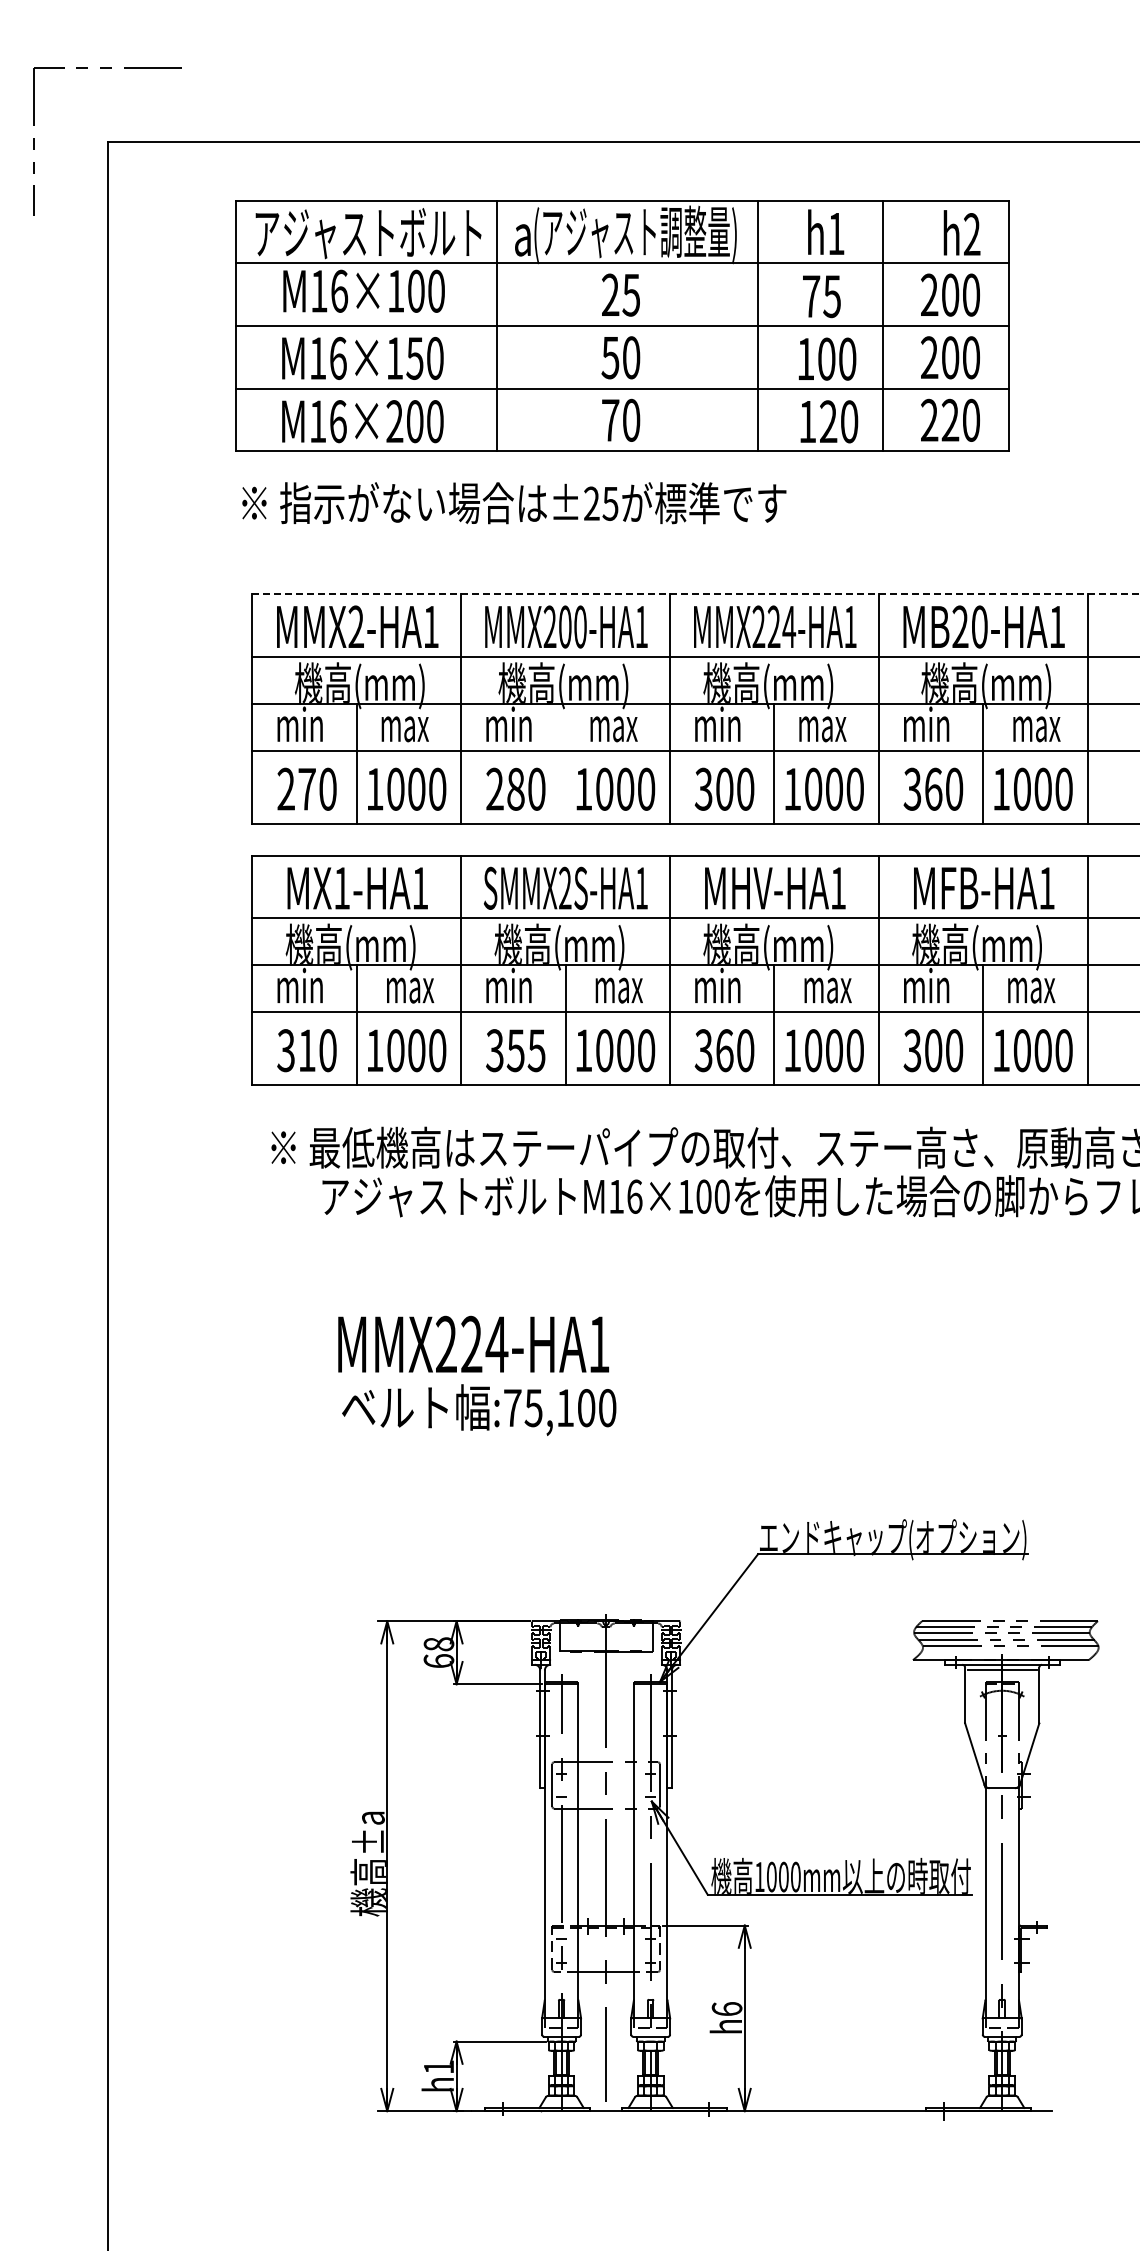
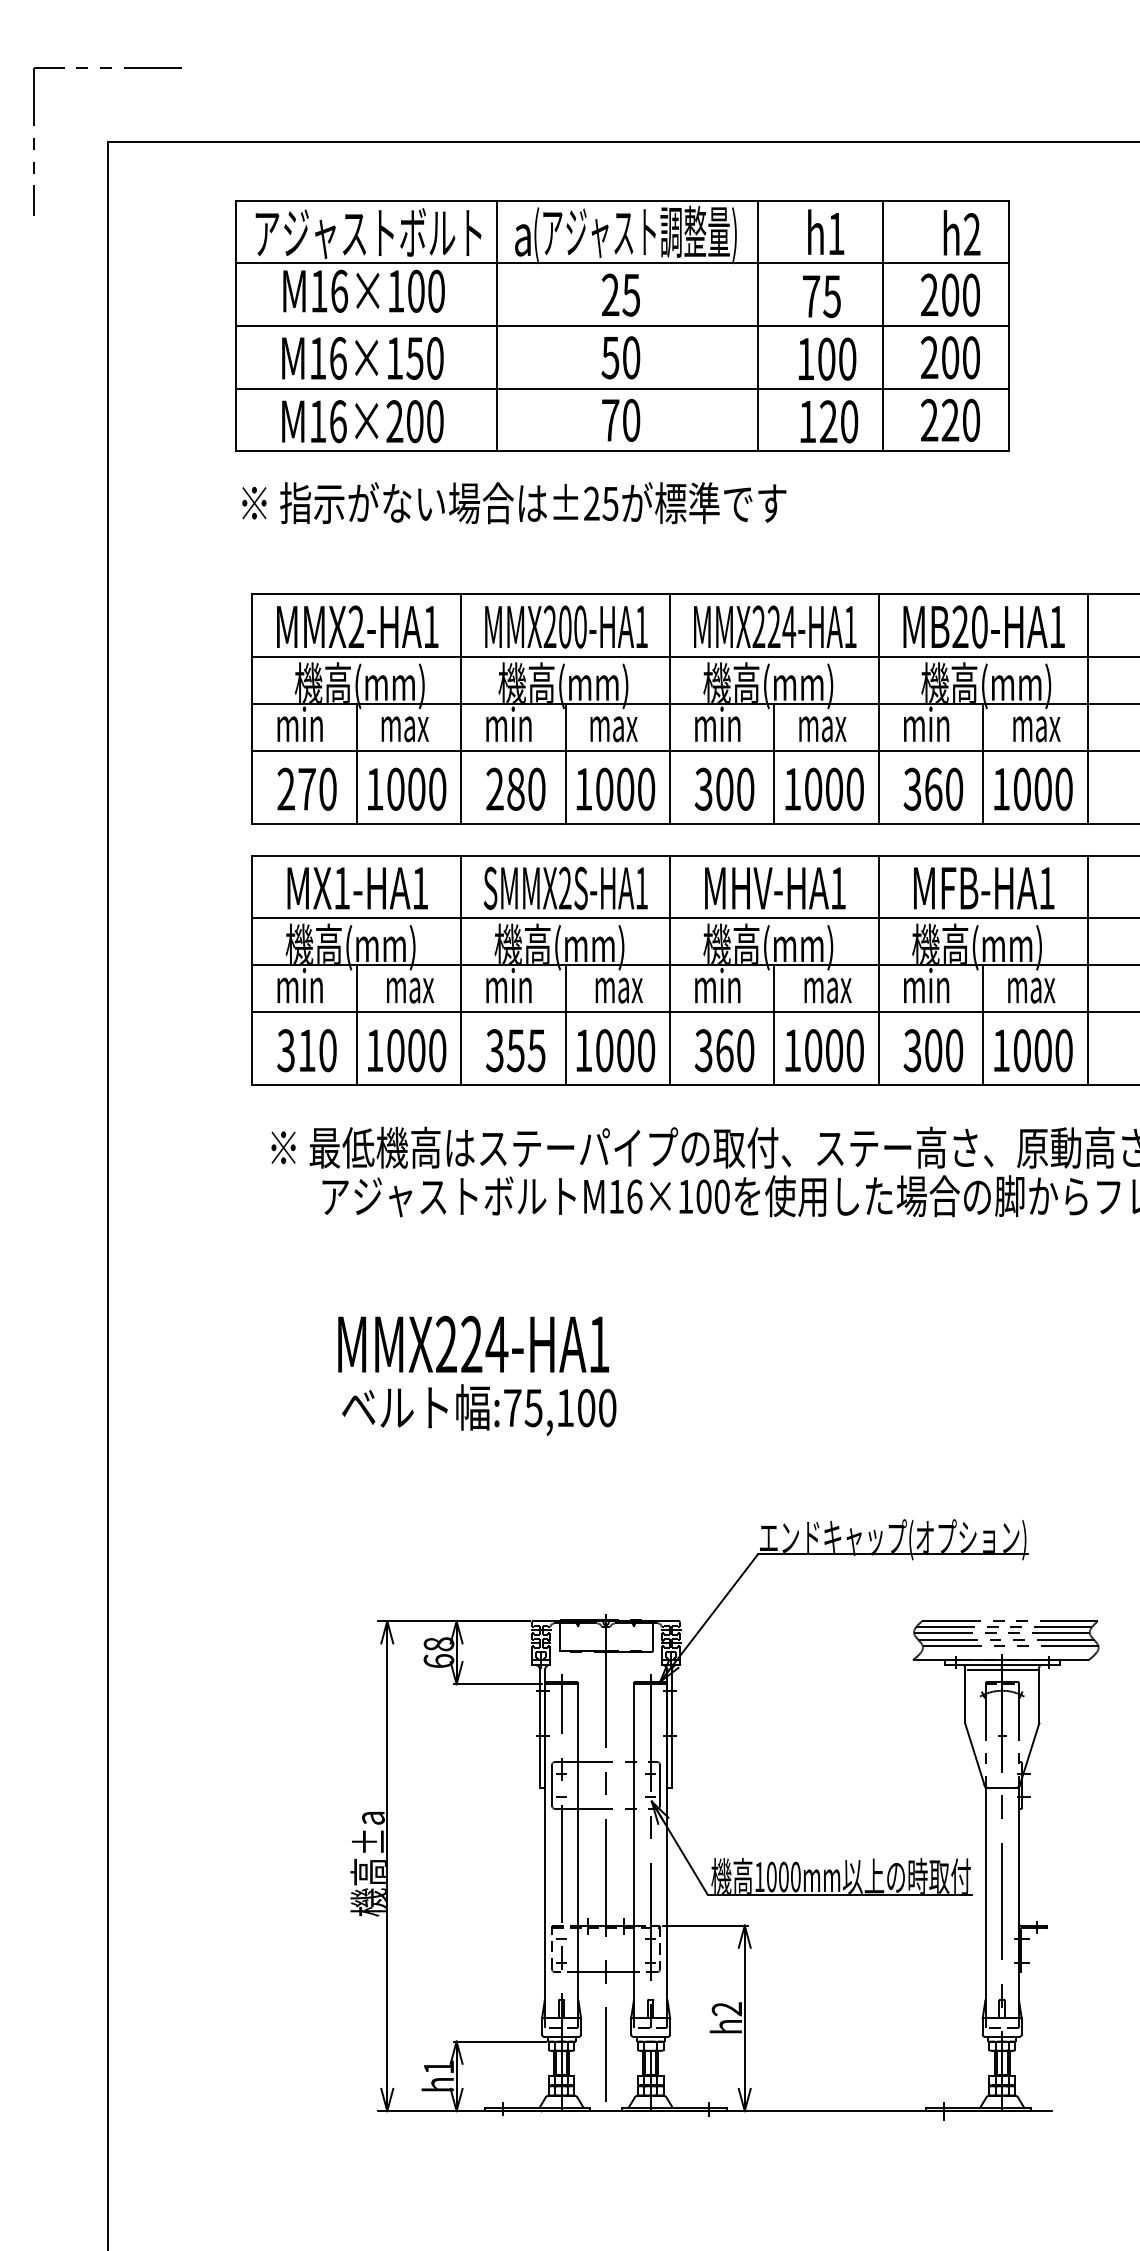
line at (696, 594): dashed -> solid
line at (565, 763): none -> present
text at (726, 2009): h6 -> h2
